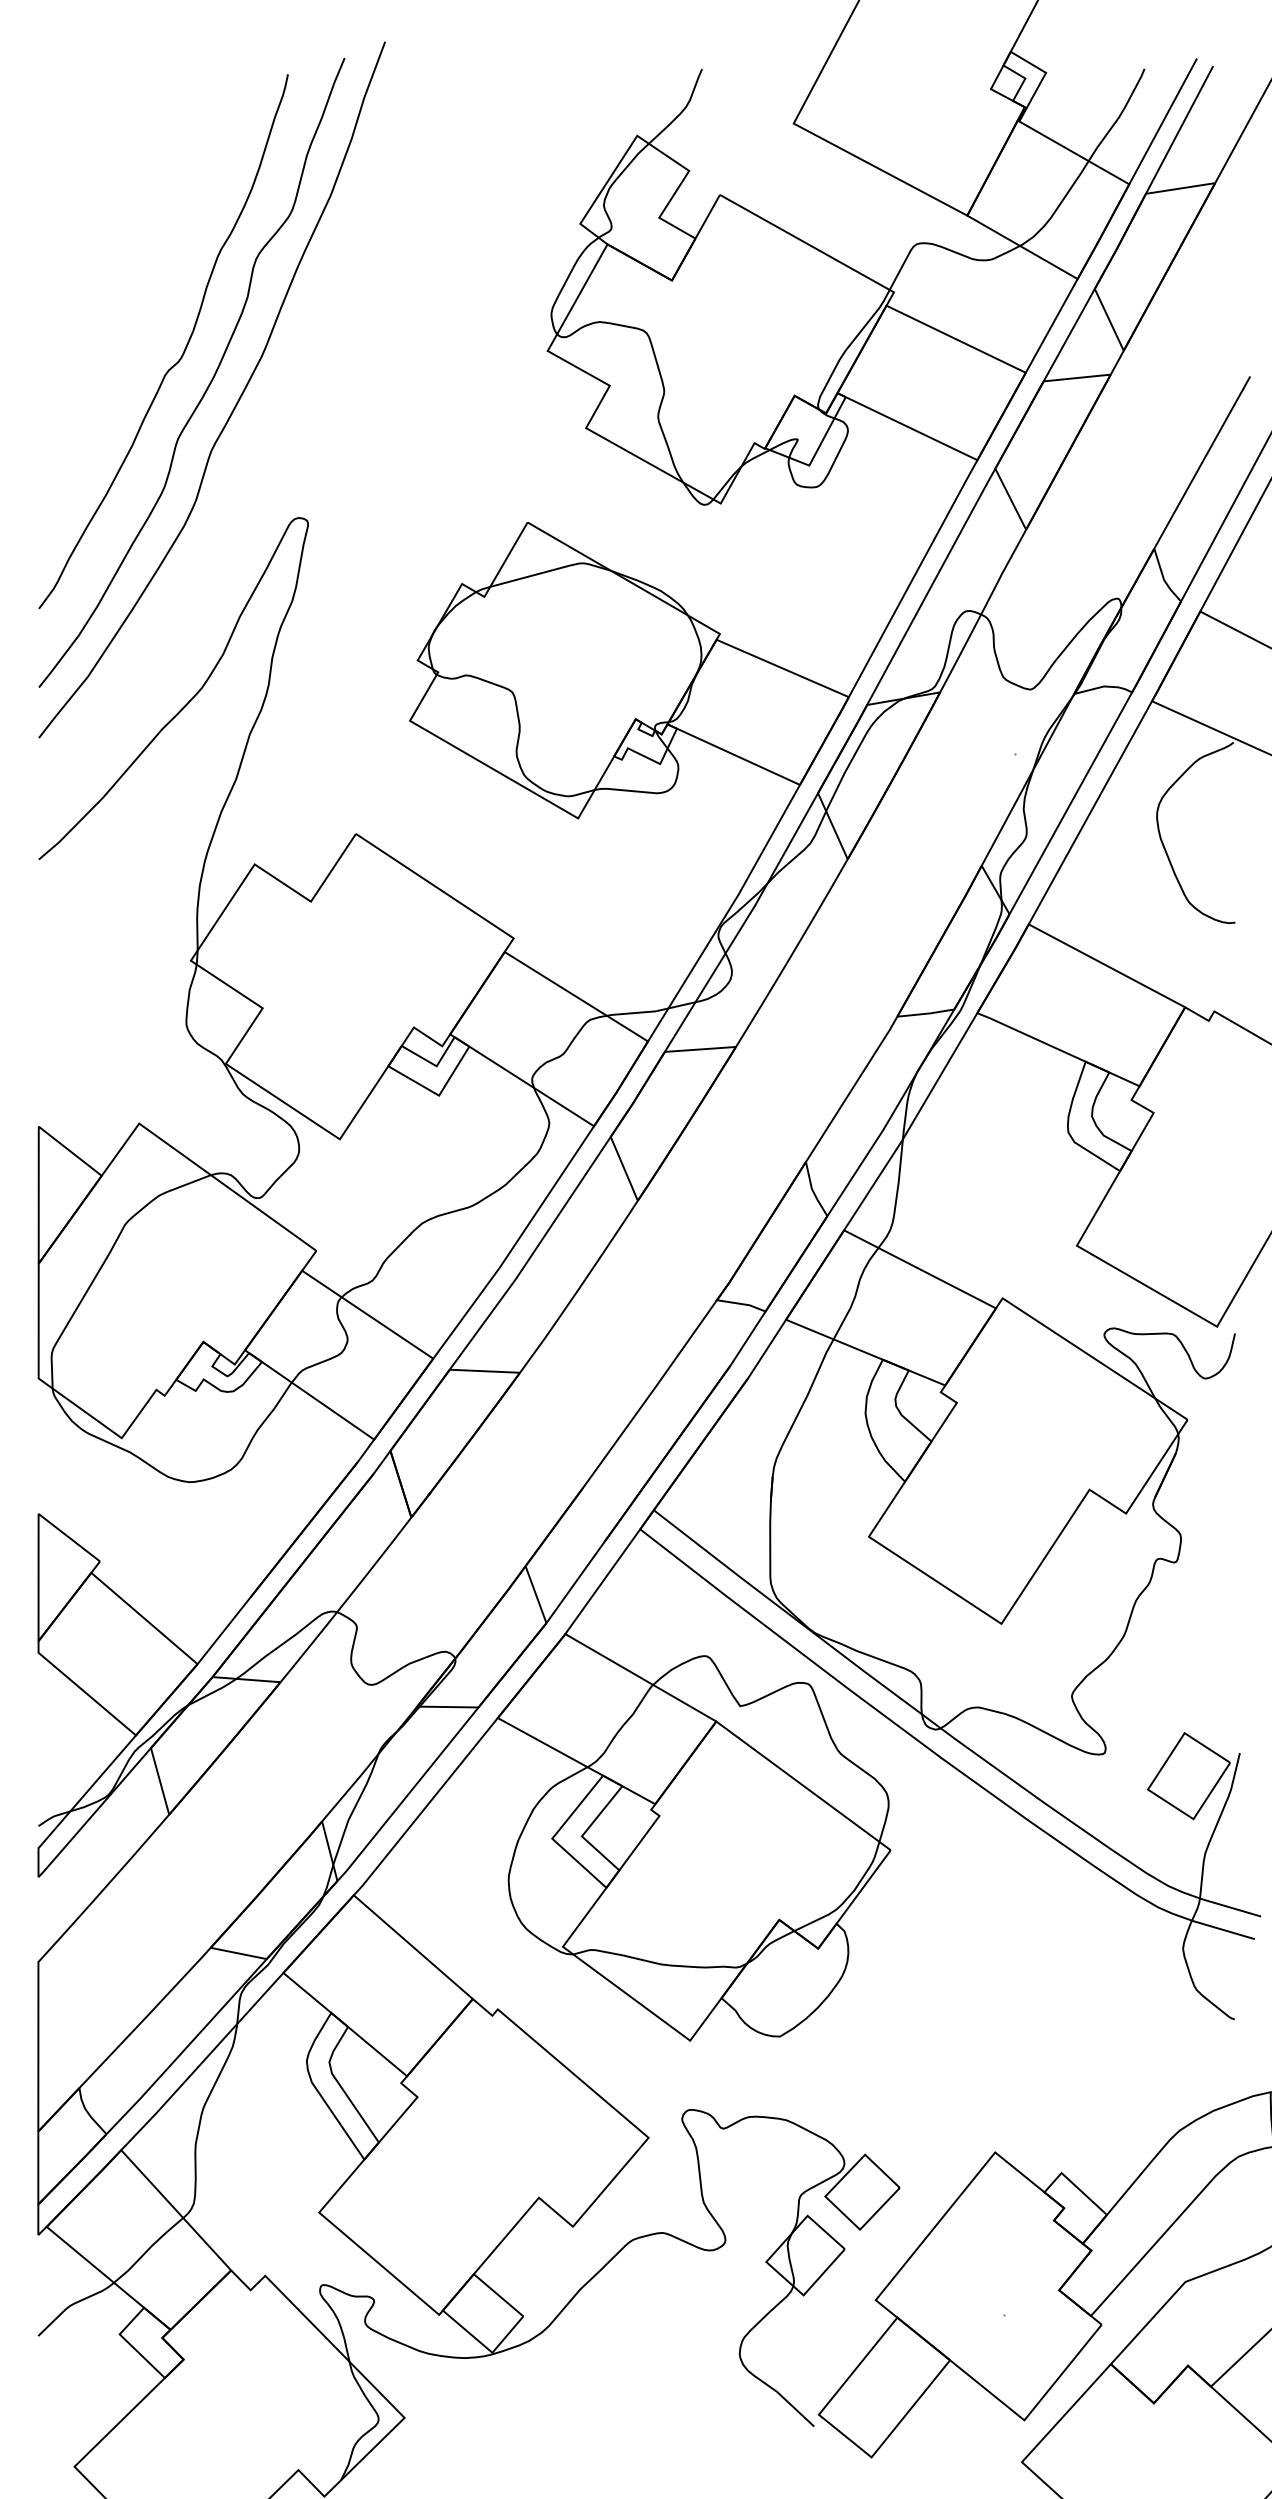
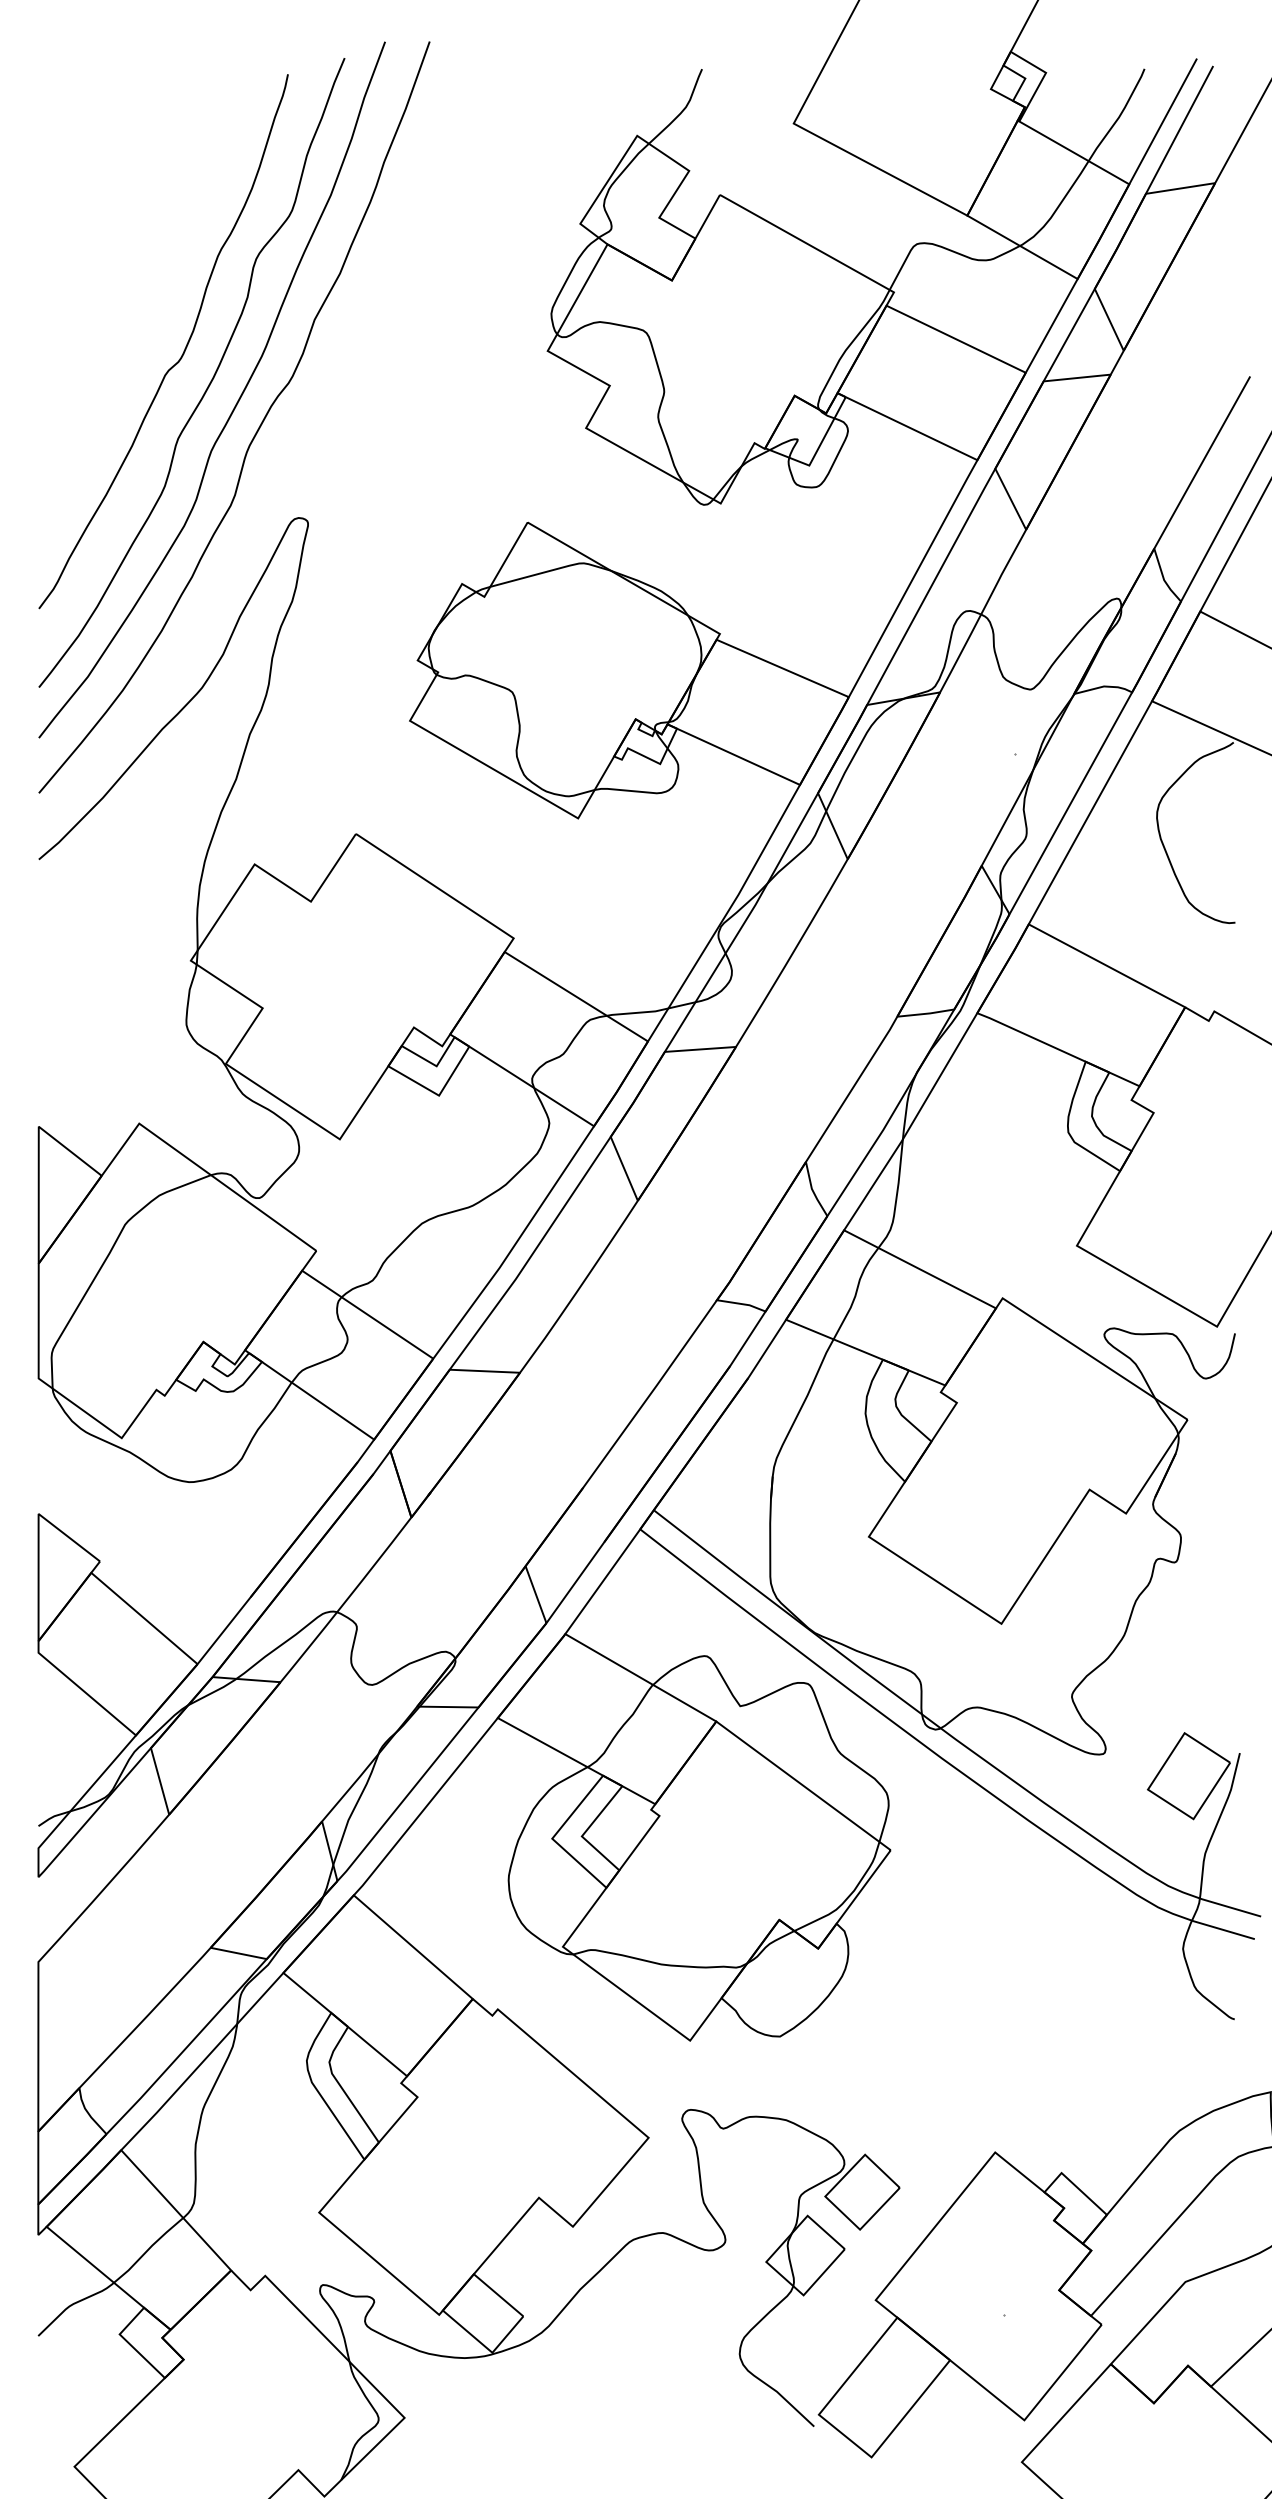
curve at (256, 430): none -> present
